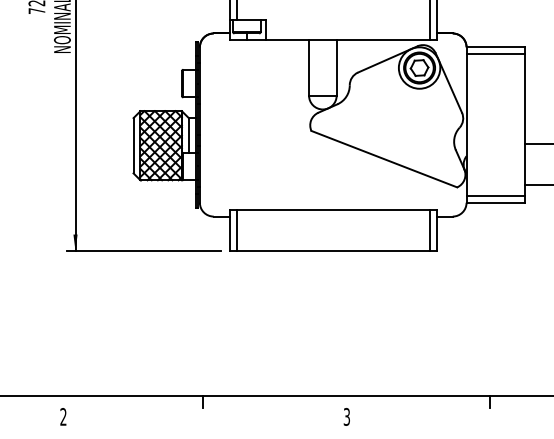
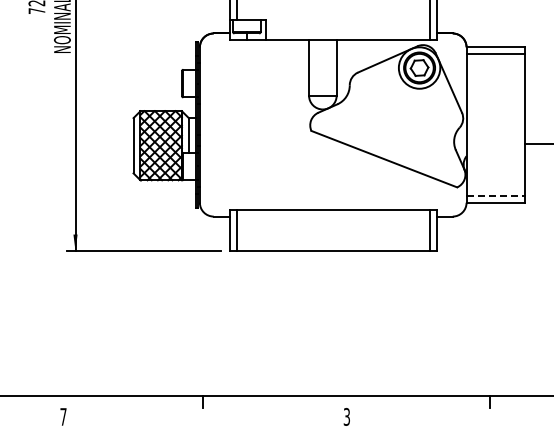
line at (537, 185): present -> none
line at (496, 195): solid -> dashed
text at (63, 416): 2 -> 7
